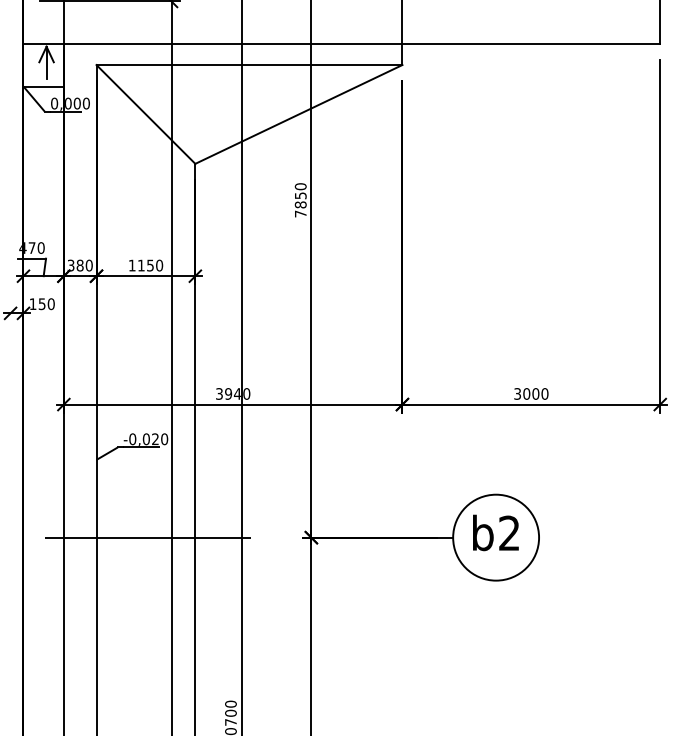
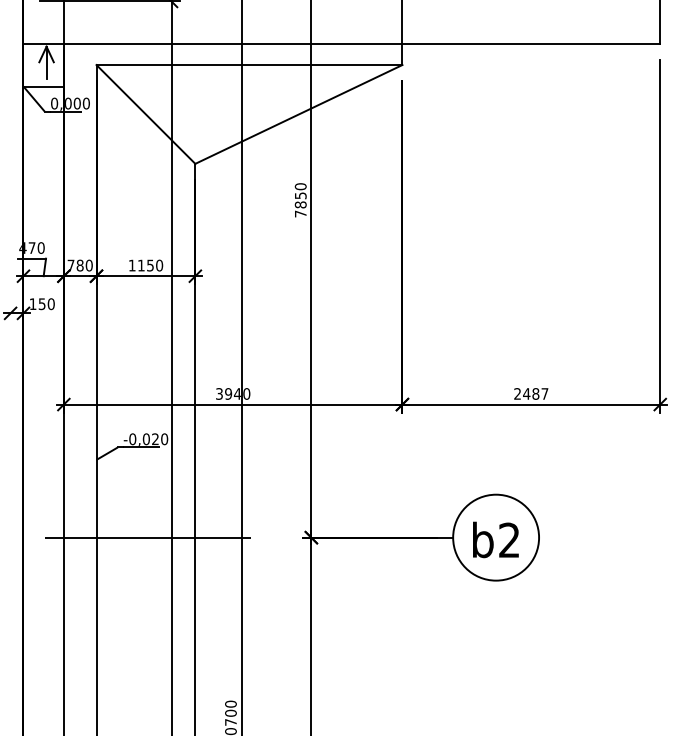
text at (70, 265): 380 -> 780
text at (531, 393): 3000 -> 2487
text at (495, 532) position: (495, 532) -> (495, 539)
